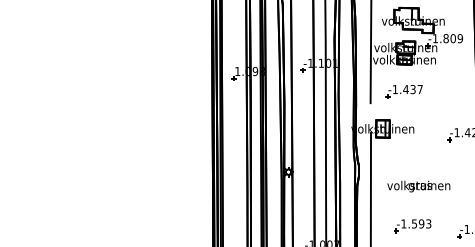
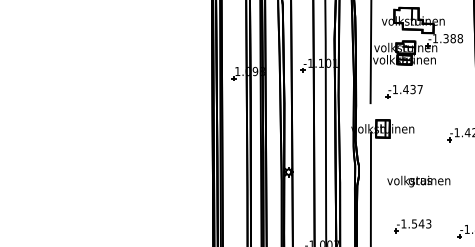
text at (453, 38): -1.809 -> -1.388
text at (418, 186) position: (418, 186) -> (418, 181)
text at (421, 223): -1.593 -> -1.543
